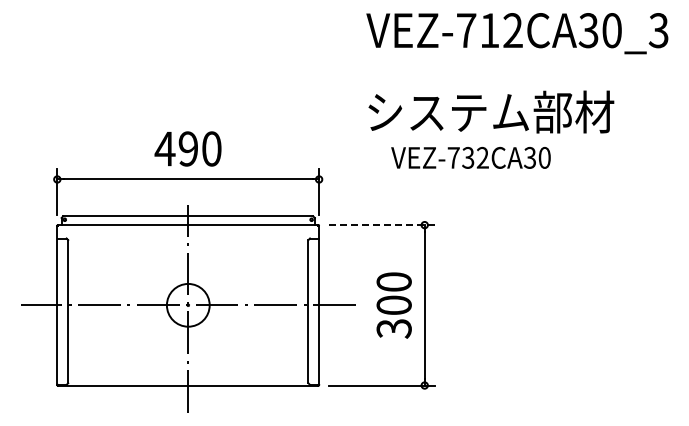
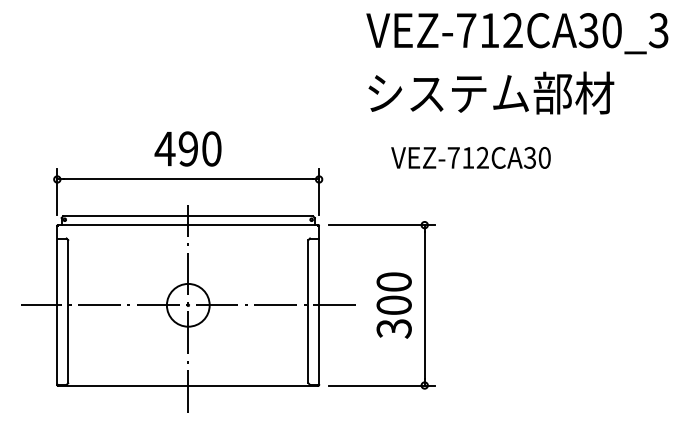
text at (491, 111) position: (491, 111) -> (491, 92)
text at (468, 157): VEZ-732CA30 -> VEZ-712CA30
line at (382, 225): dashed -> solid
